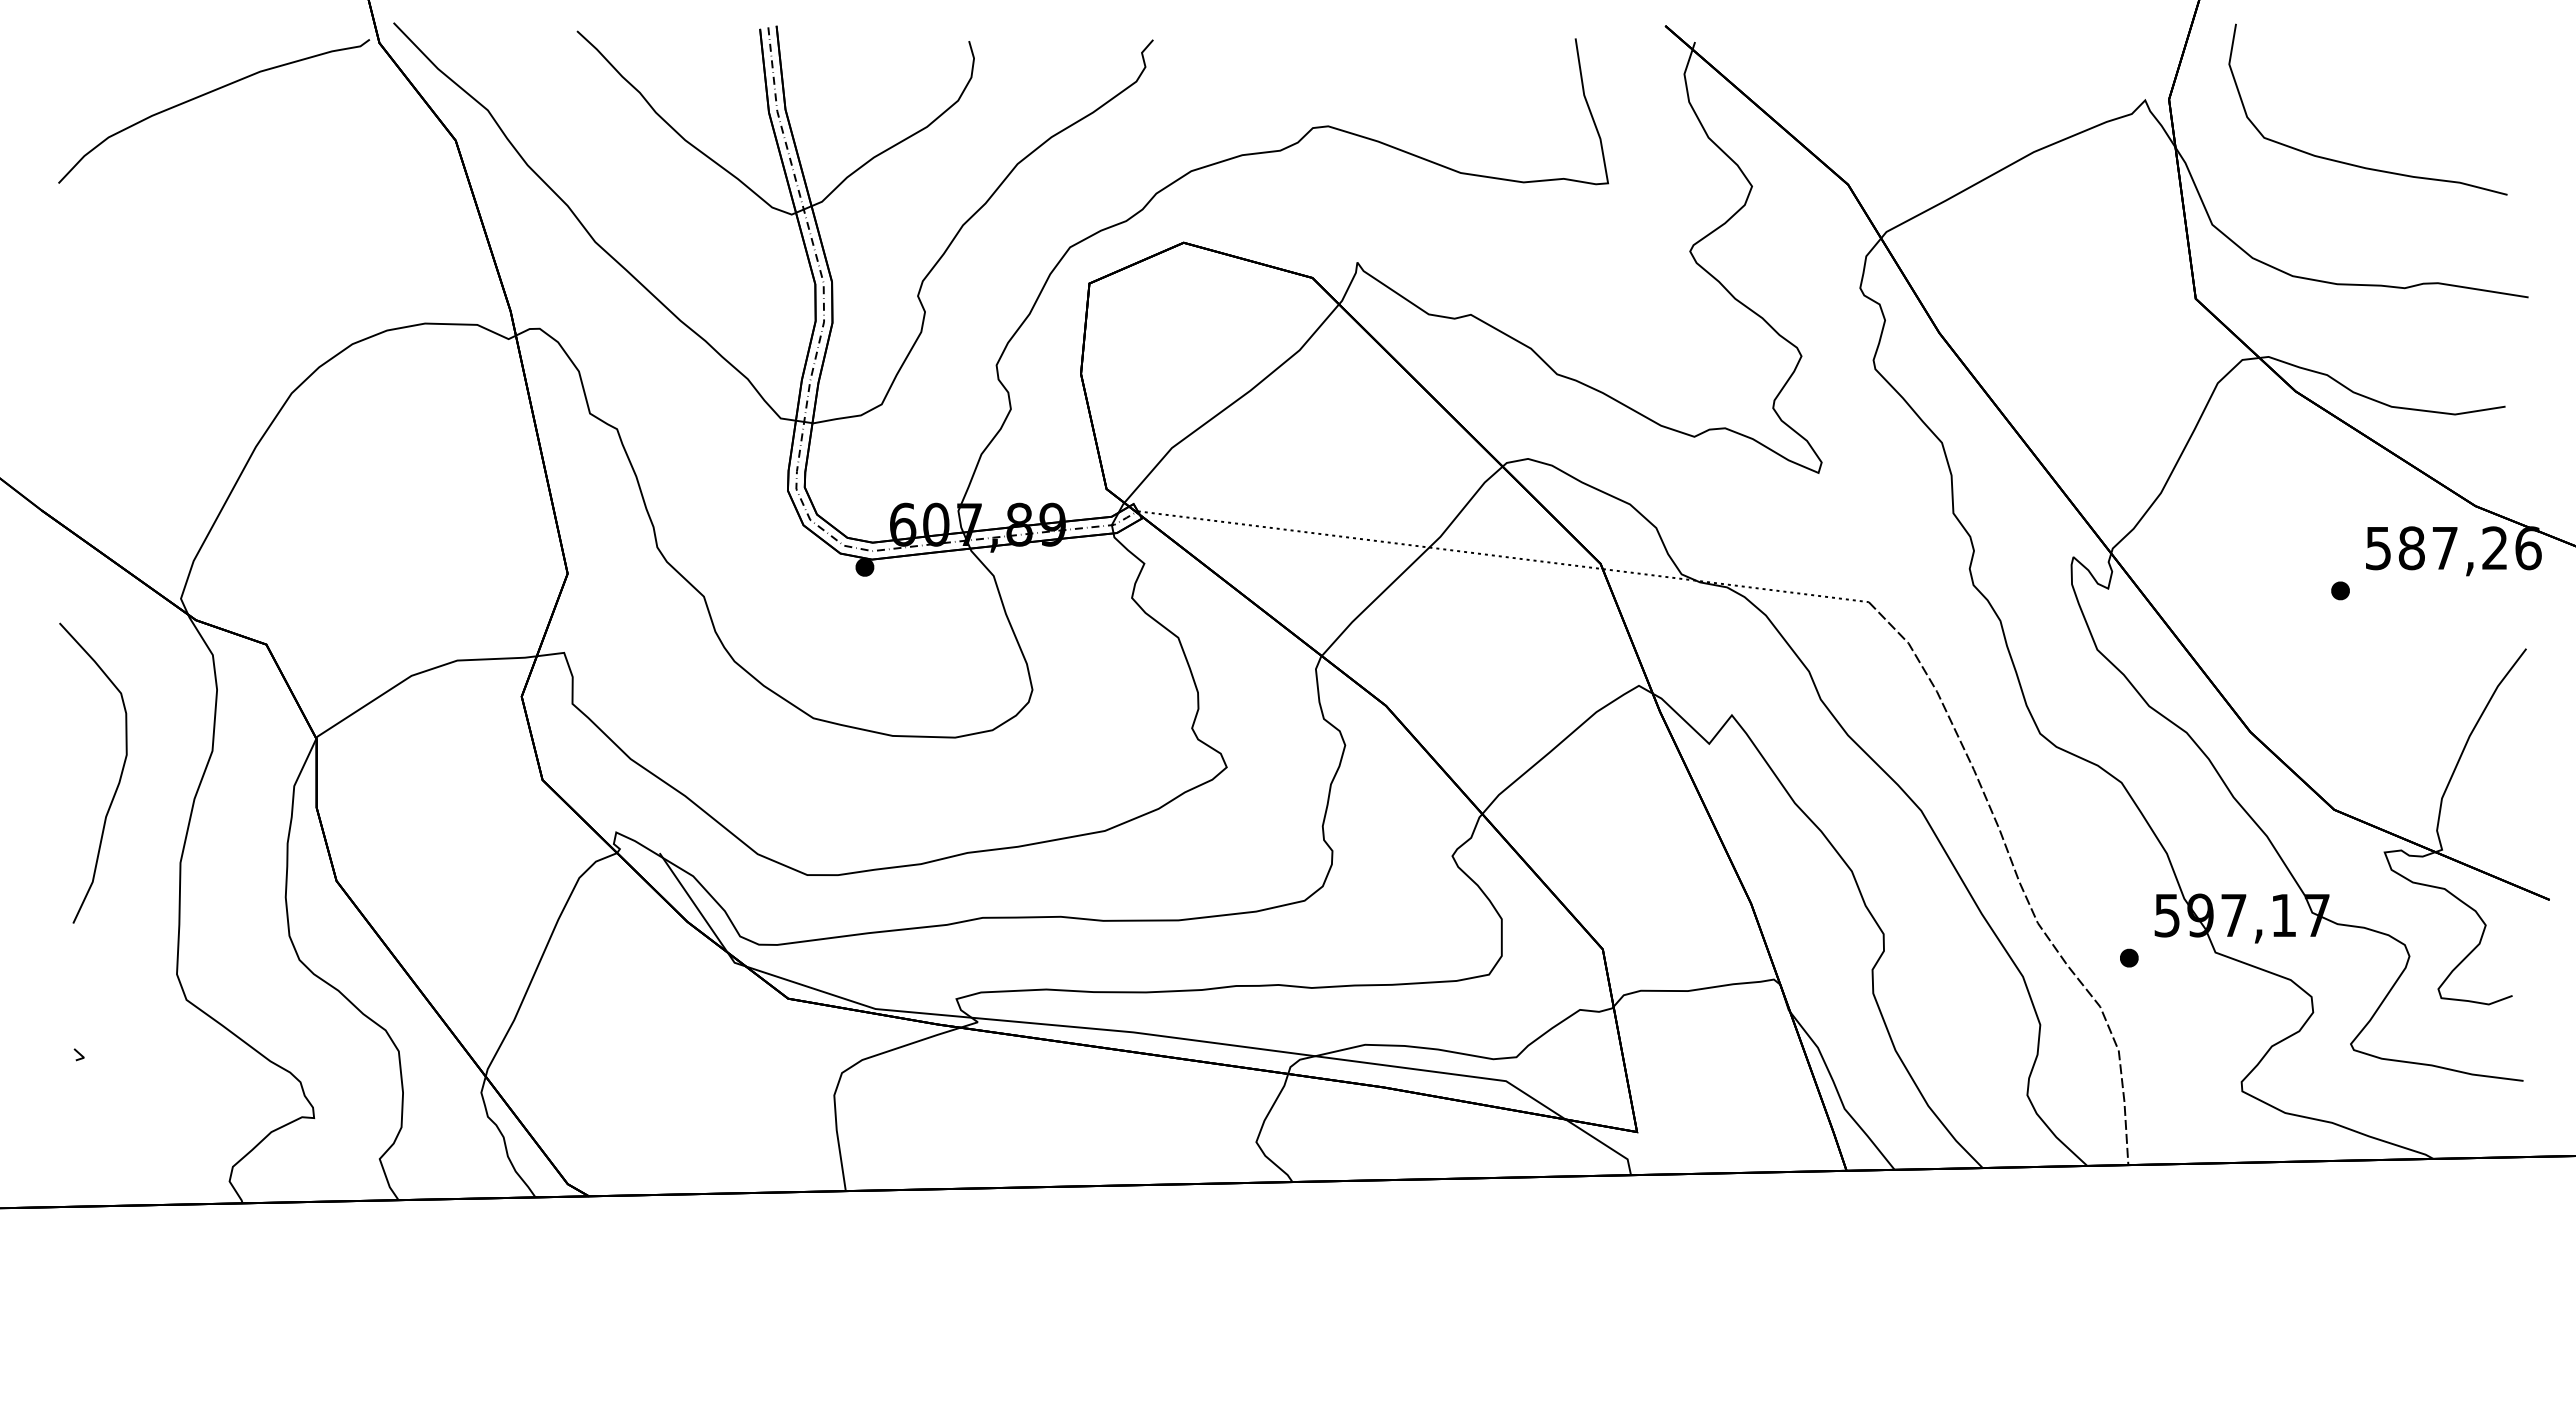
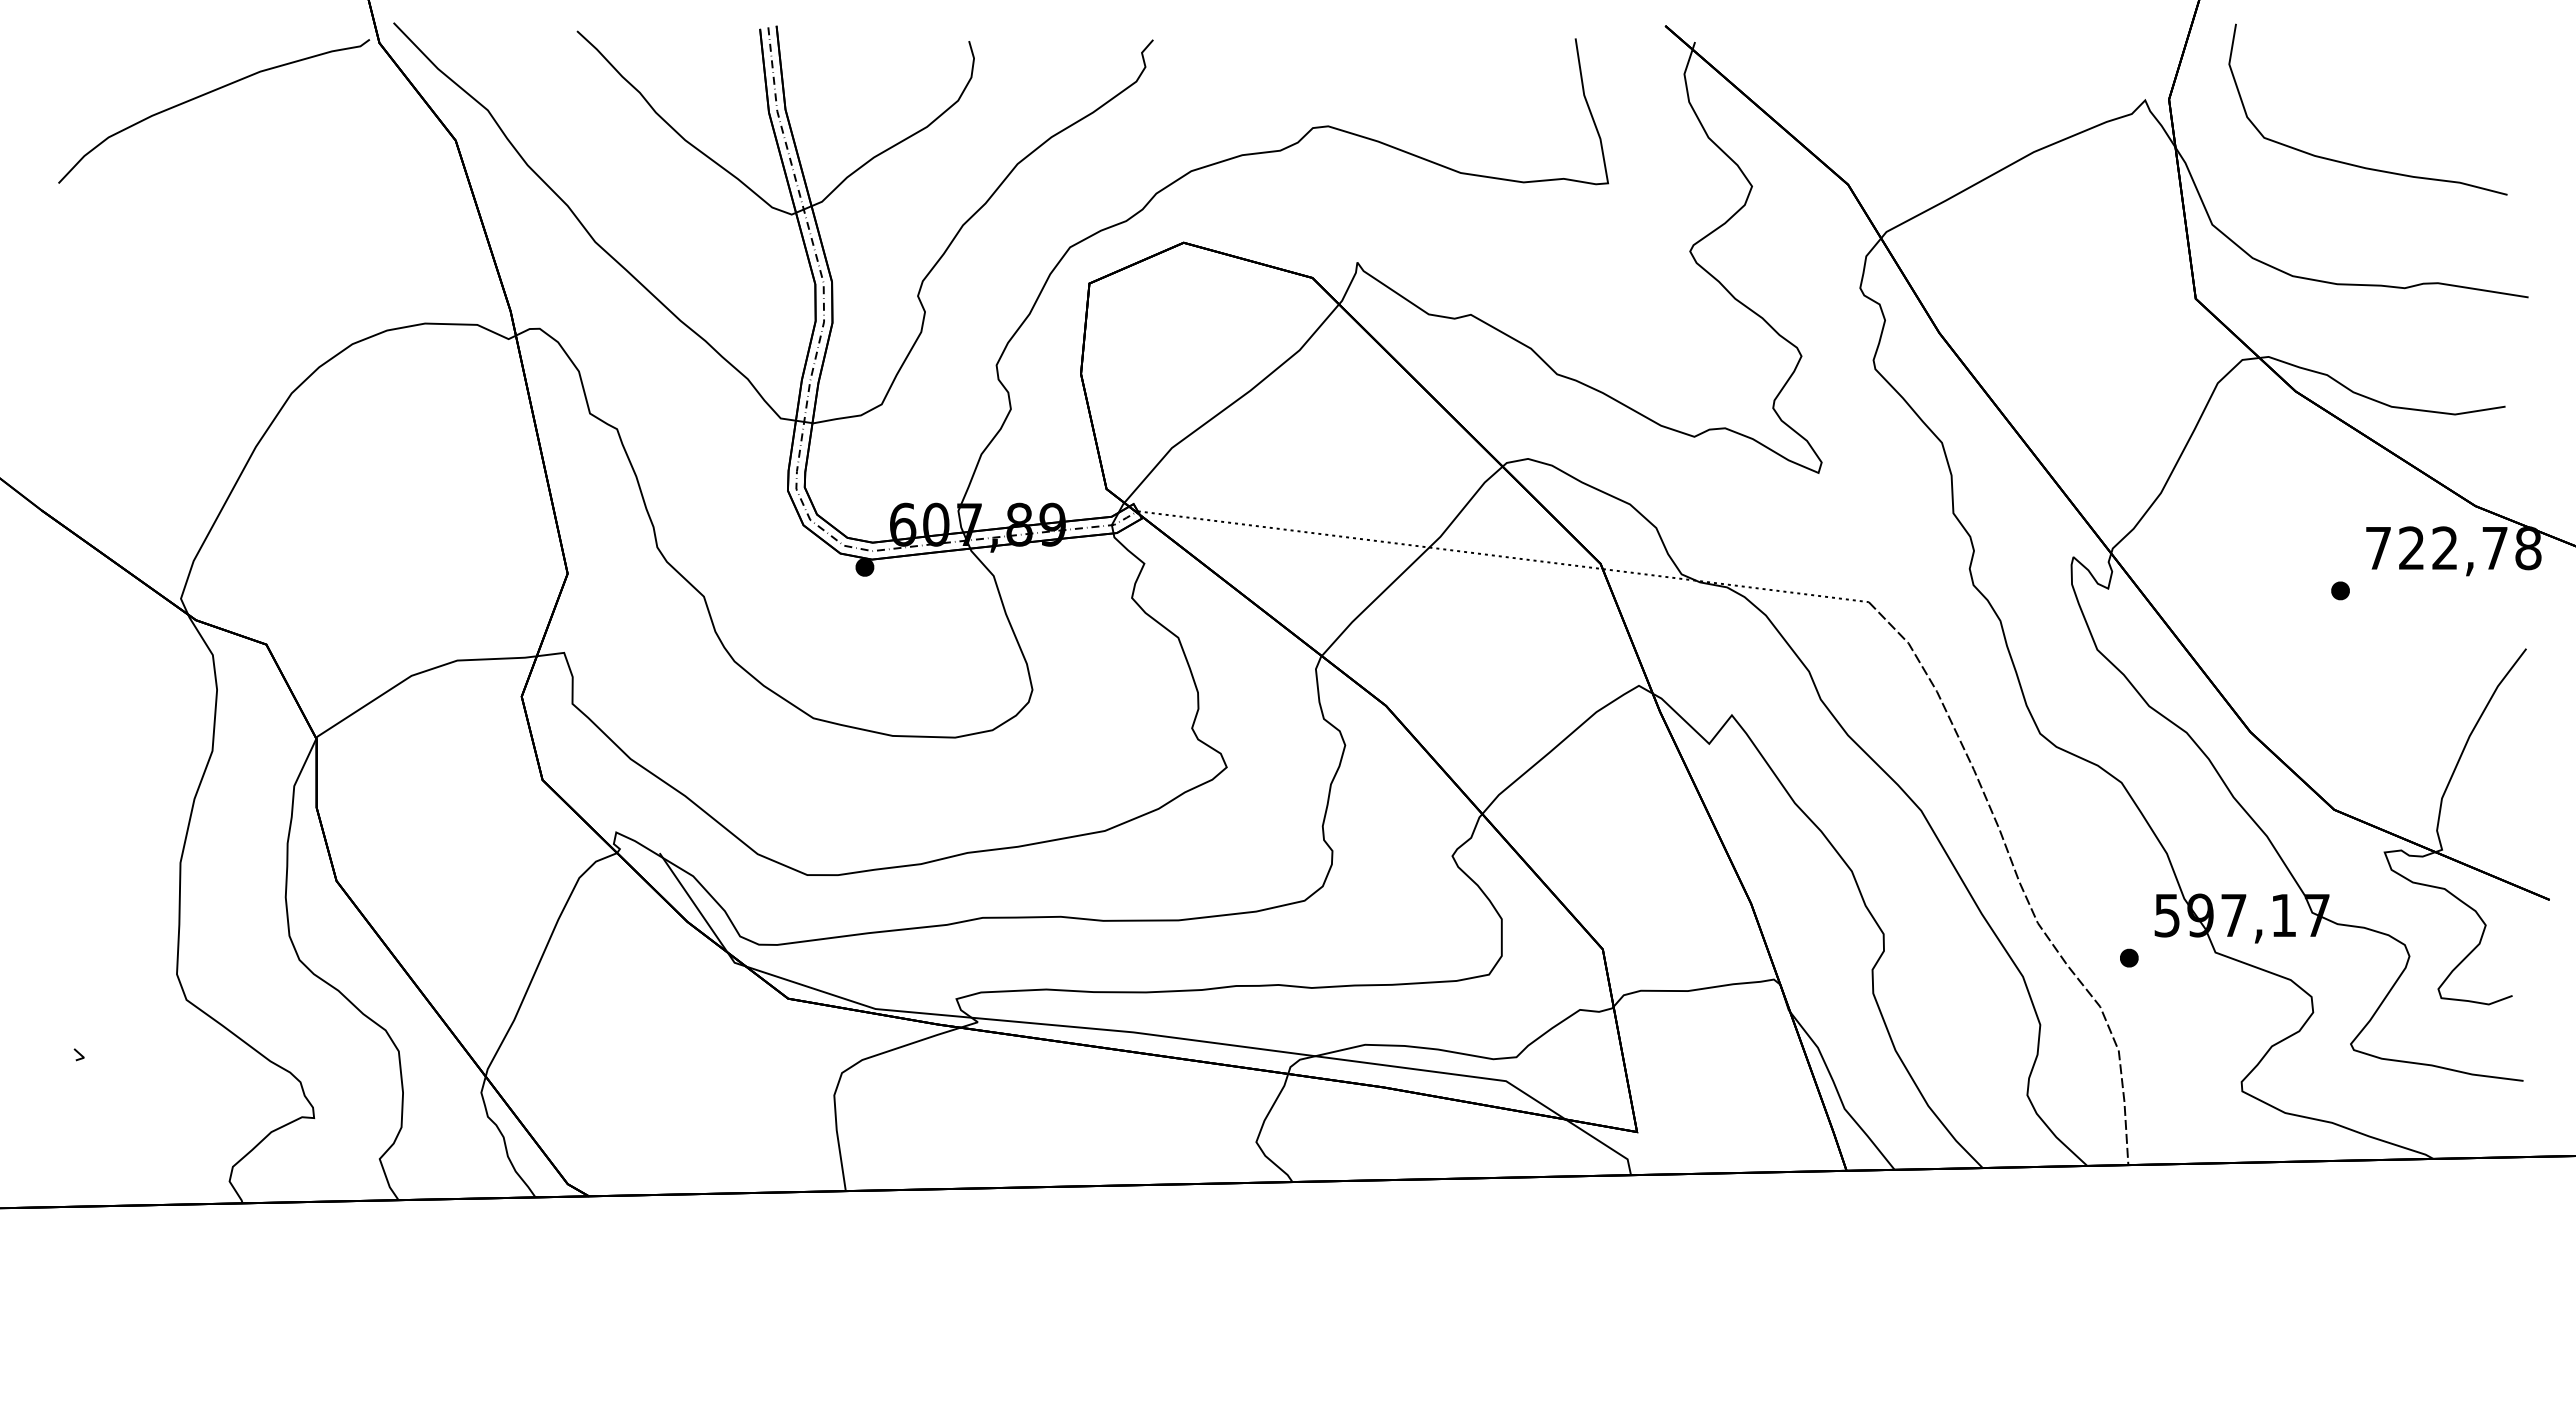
text at (2453, 548): 587,26 -> 722,78
curve at (119, 777): present -> none
